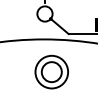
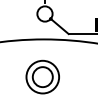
part at (51, 71) position: (51, 71) -> (42, 76)
